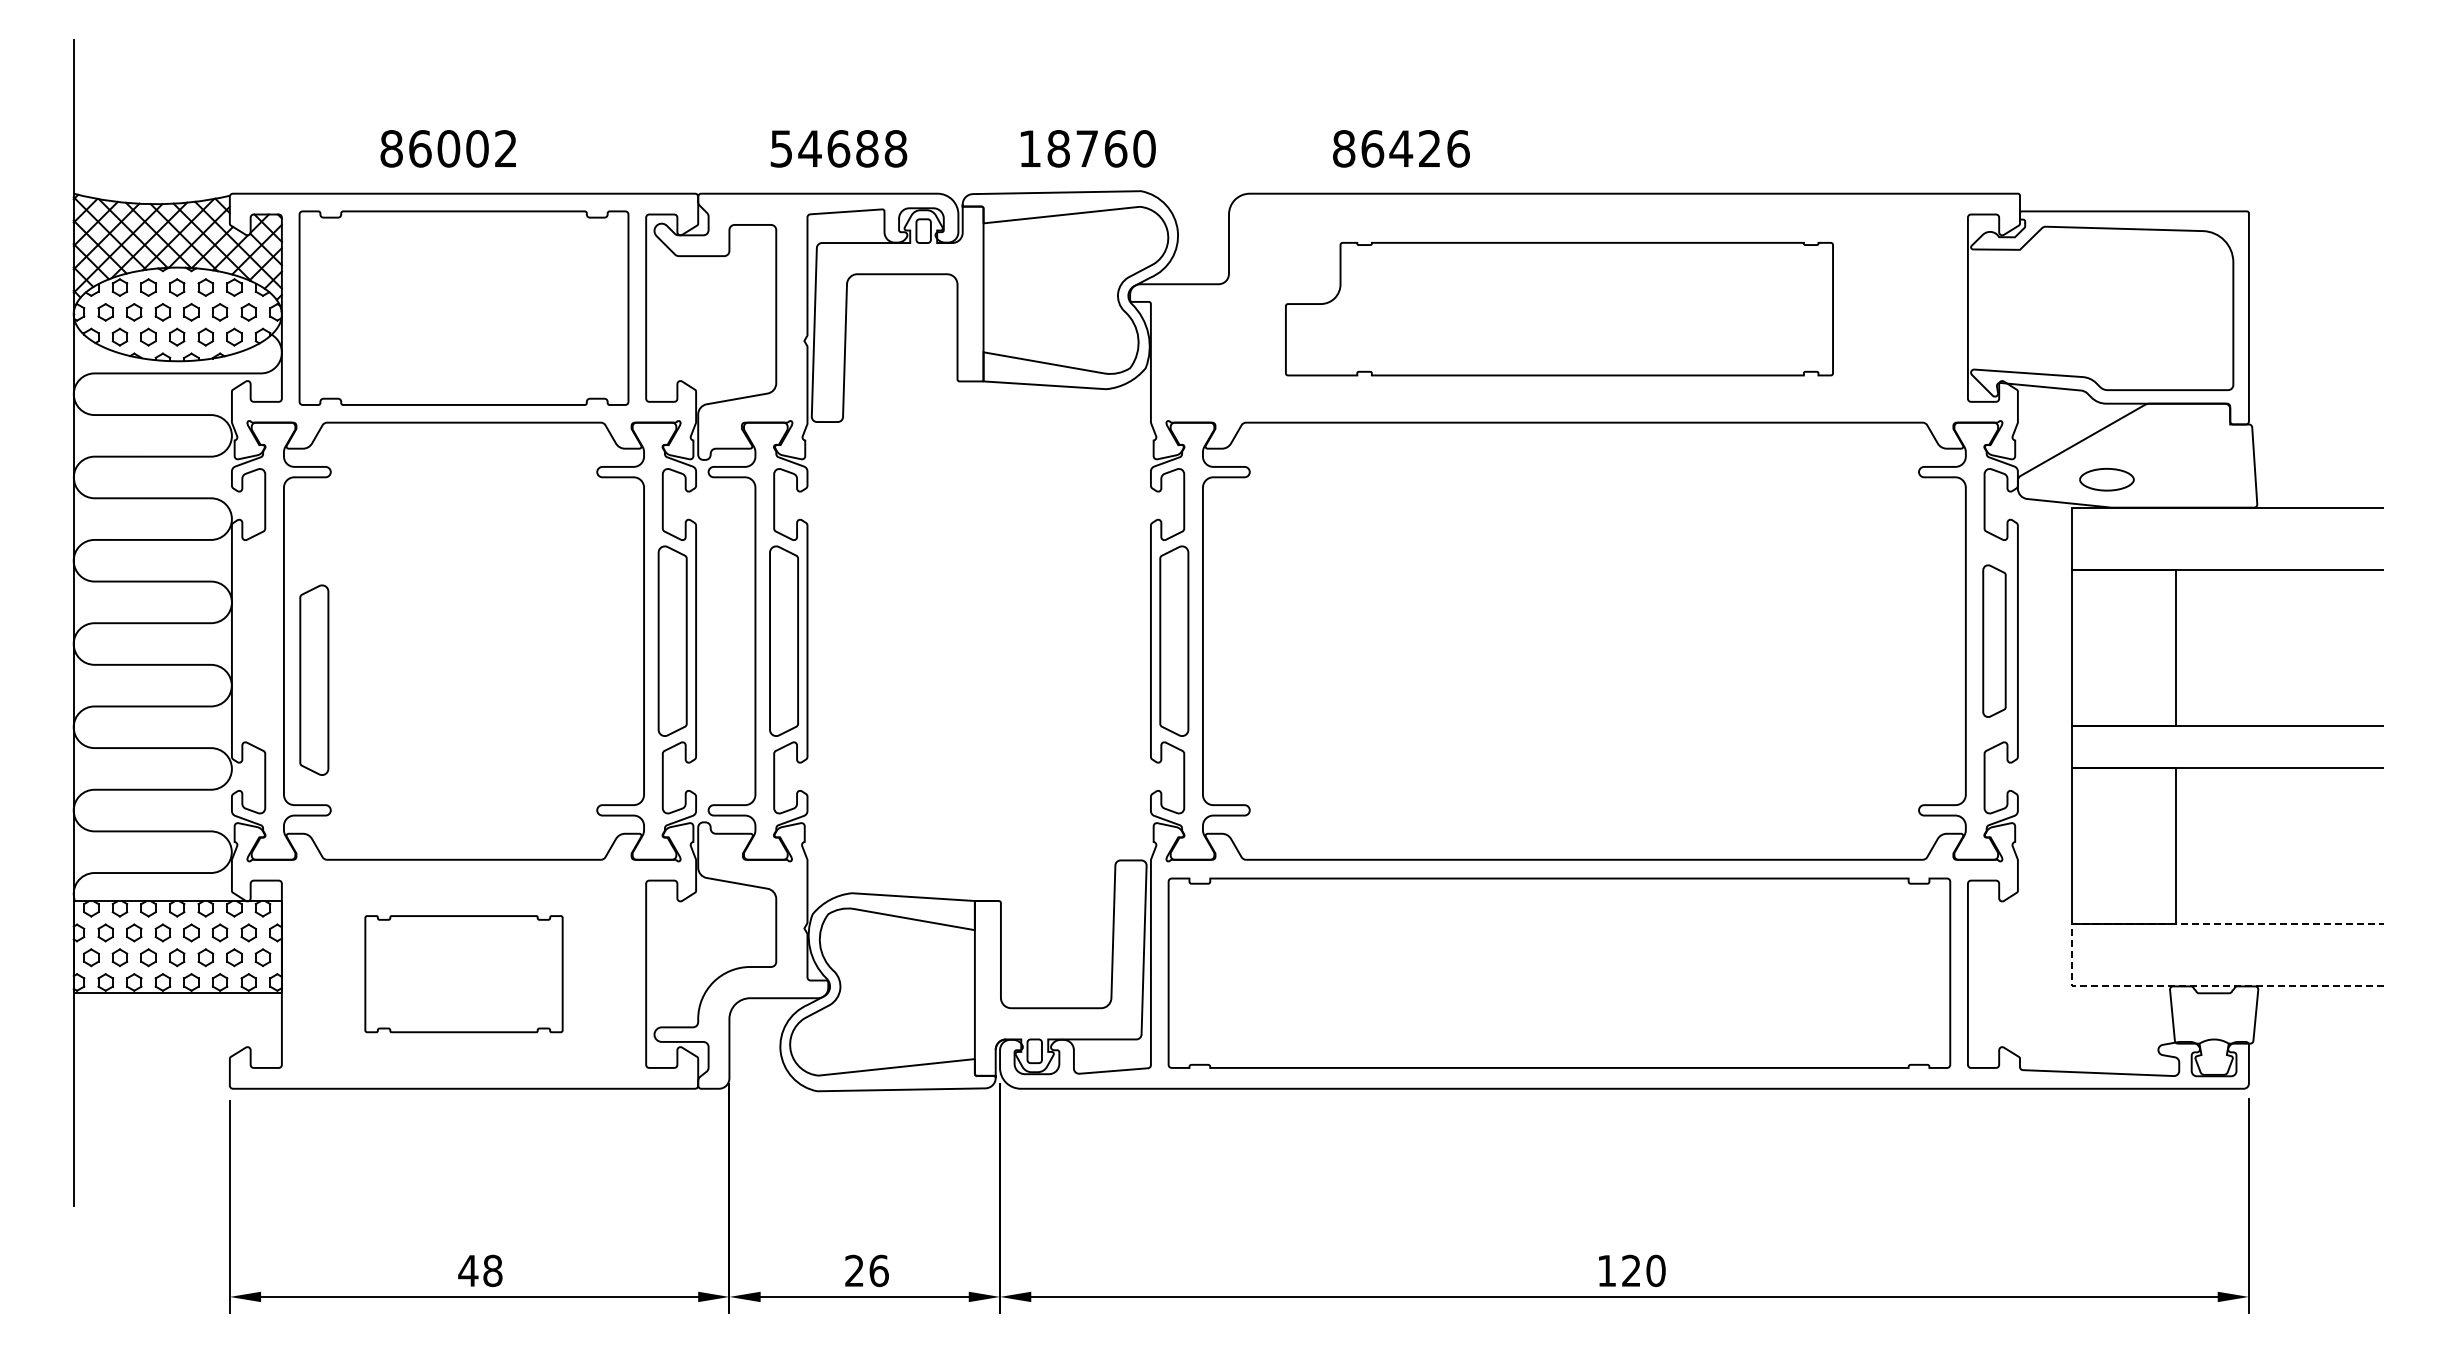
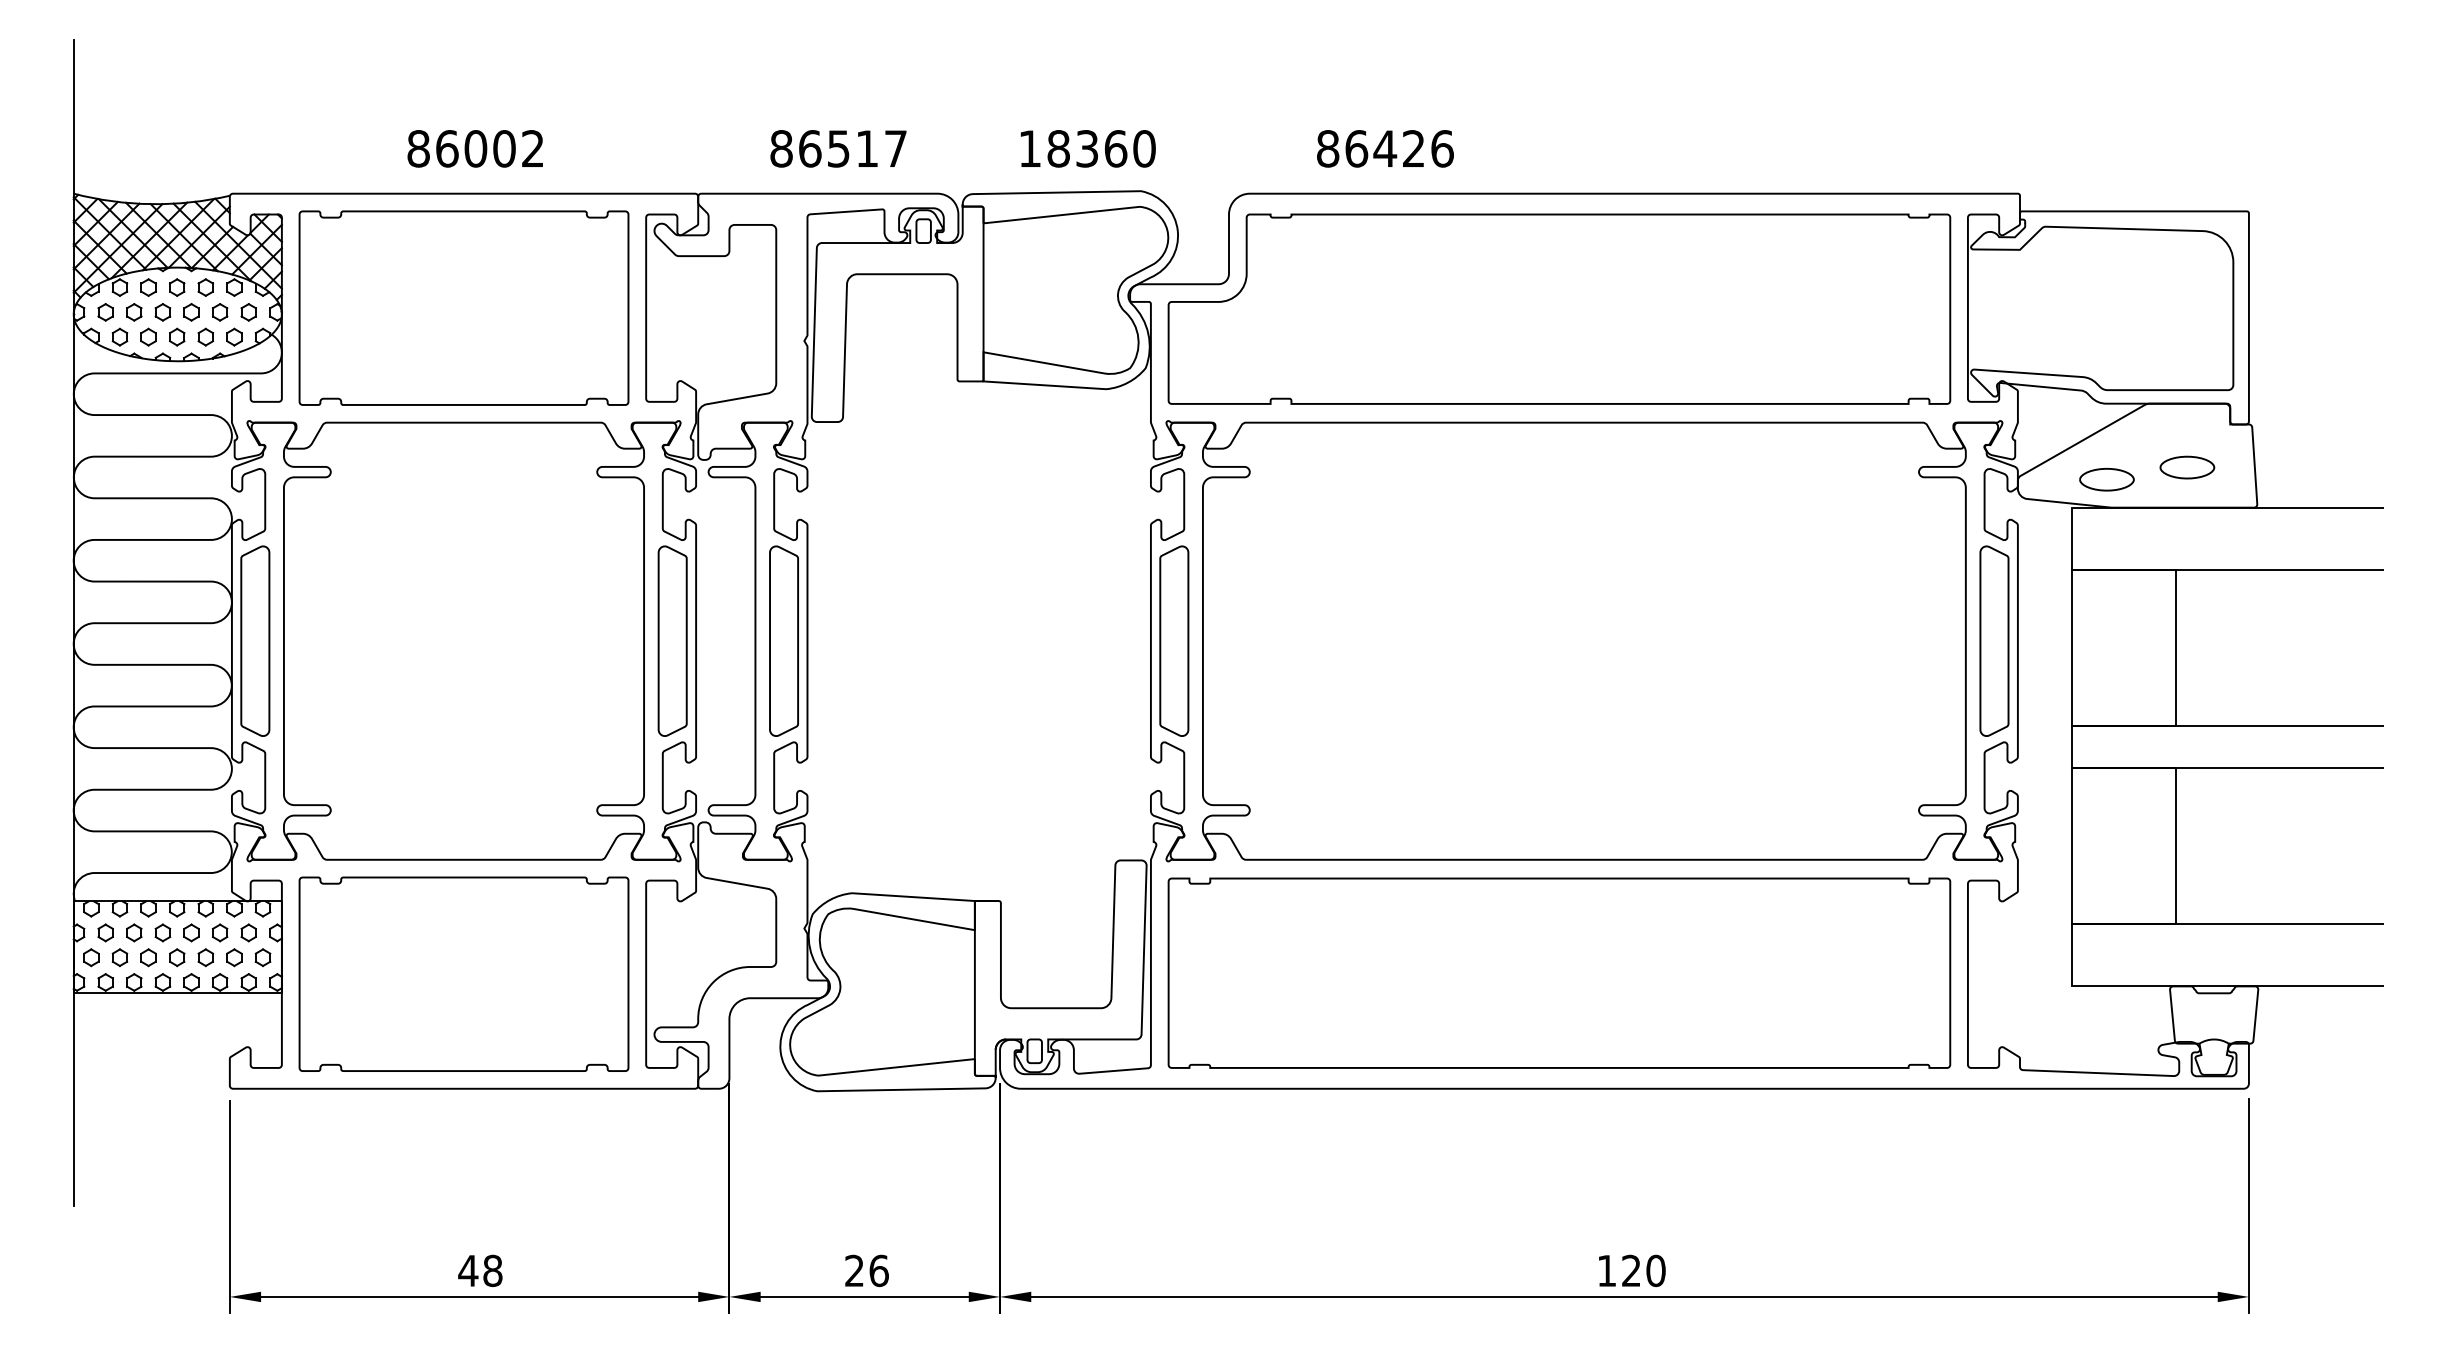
text at (447, 148) position: (447, 148) -> (474, 148)
text at (838, 148): 54688 -> 86517
text at (1087, 148): 18760 -> 18360
text at (1401, 148) position: (1401, 148) -> (1385, 148)
part at (1559, 309) size: 549x135 px -> 785x192 px
part at (2187, 467): none -> present
part at (1994, 640) size: 25x154 px -> 31x192 px
part at (314, 679) position: (314, 679) -> (255, 640)
line at (2072, 954): dashed -> solid
part at (463, 974) size: 200x119 px -> 332x196 px
